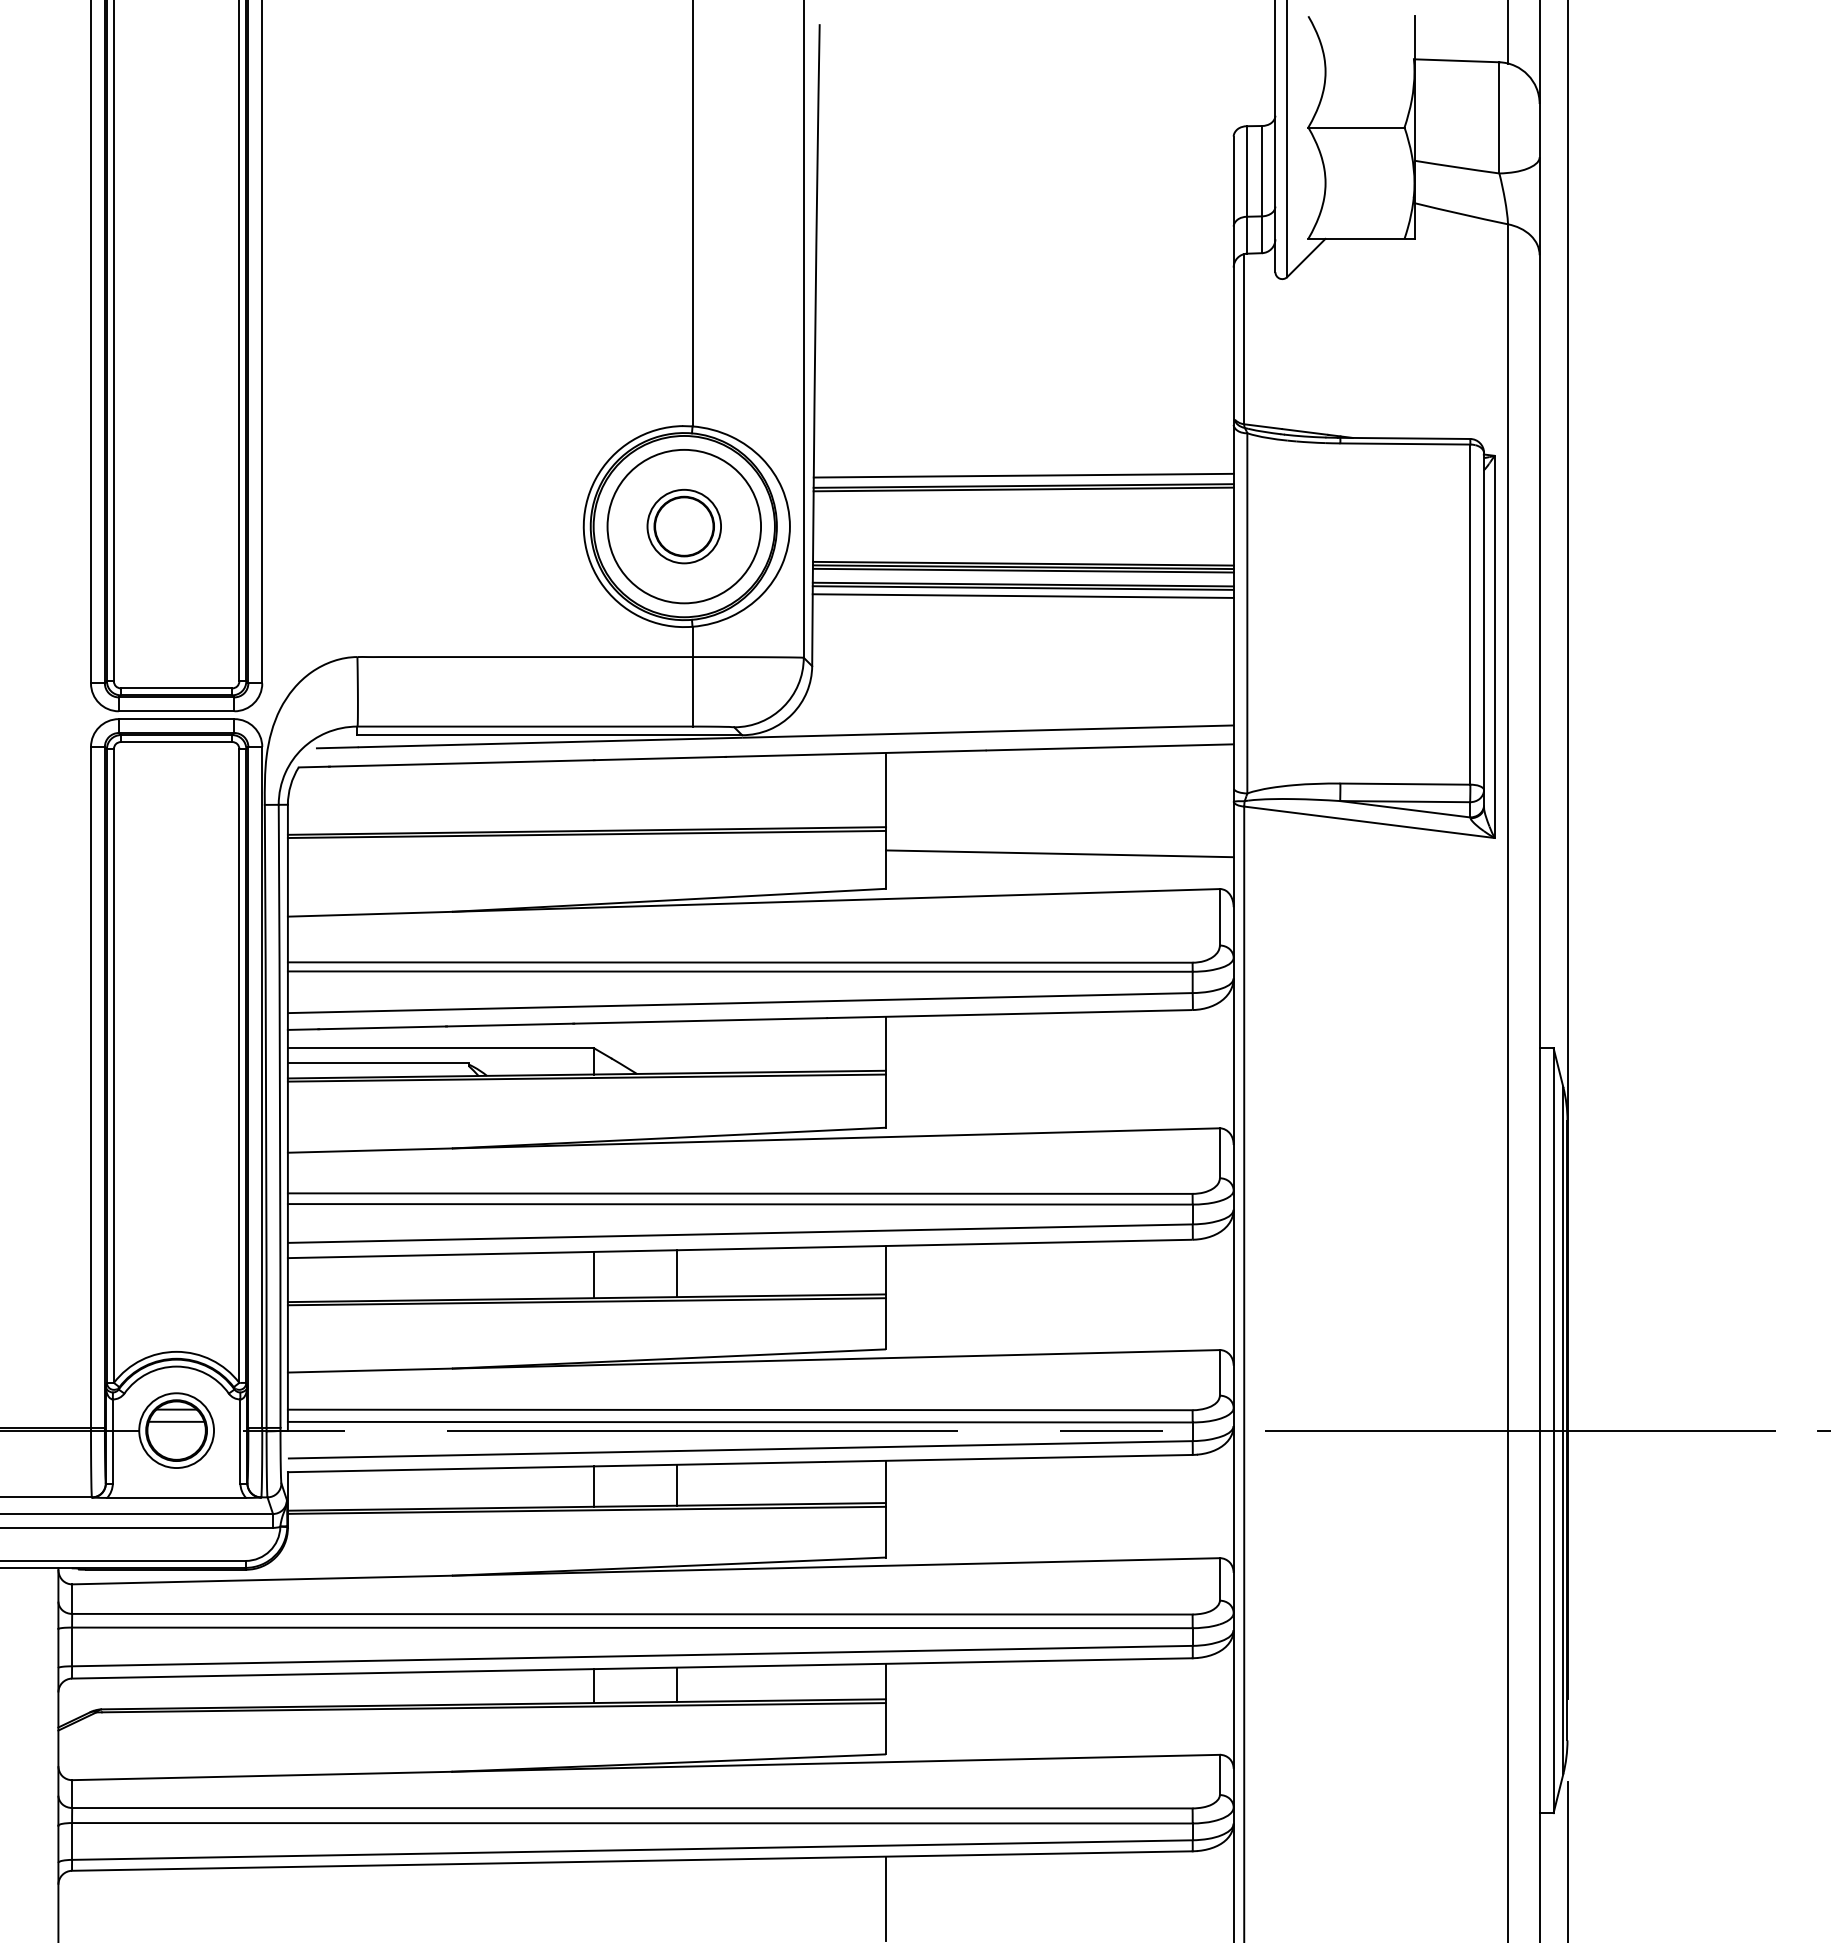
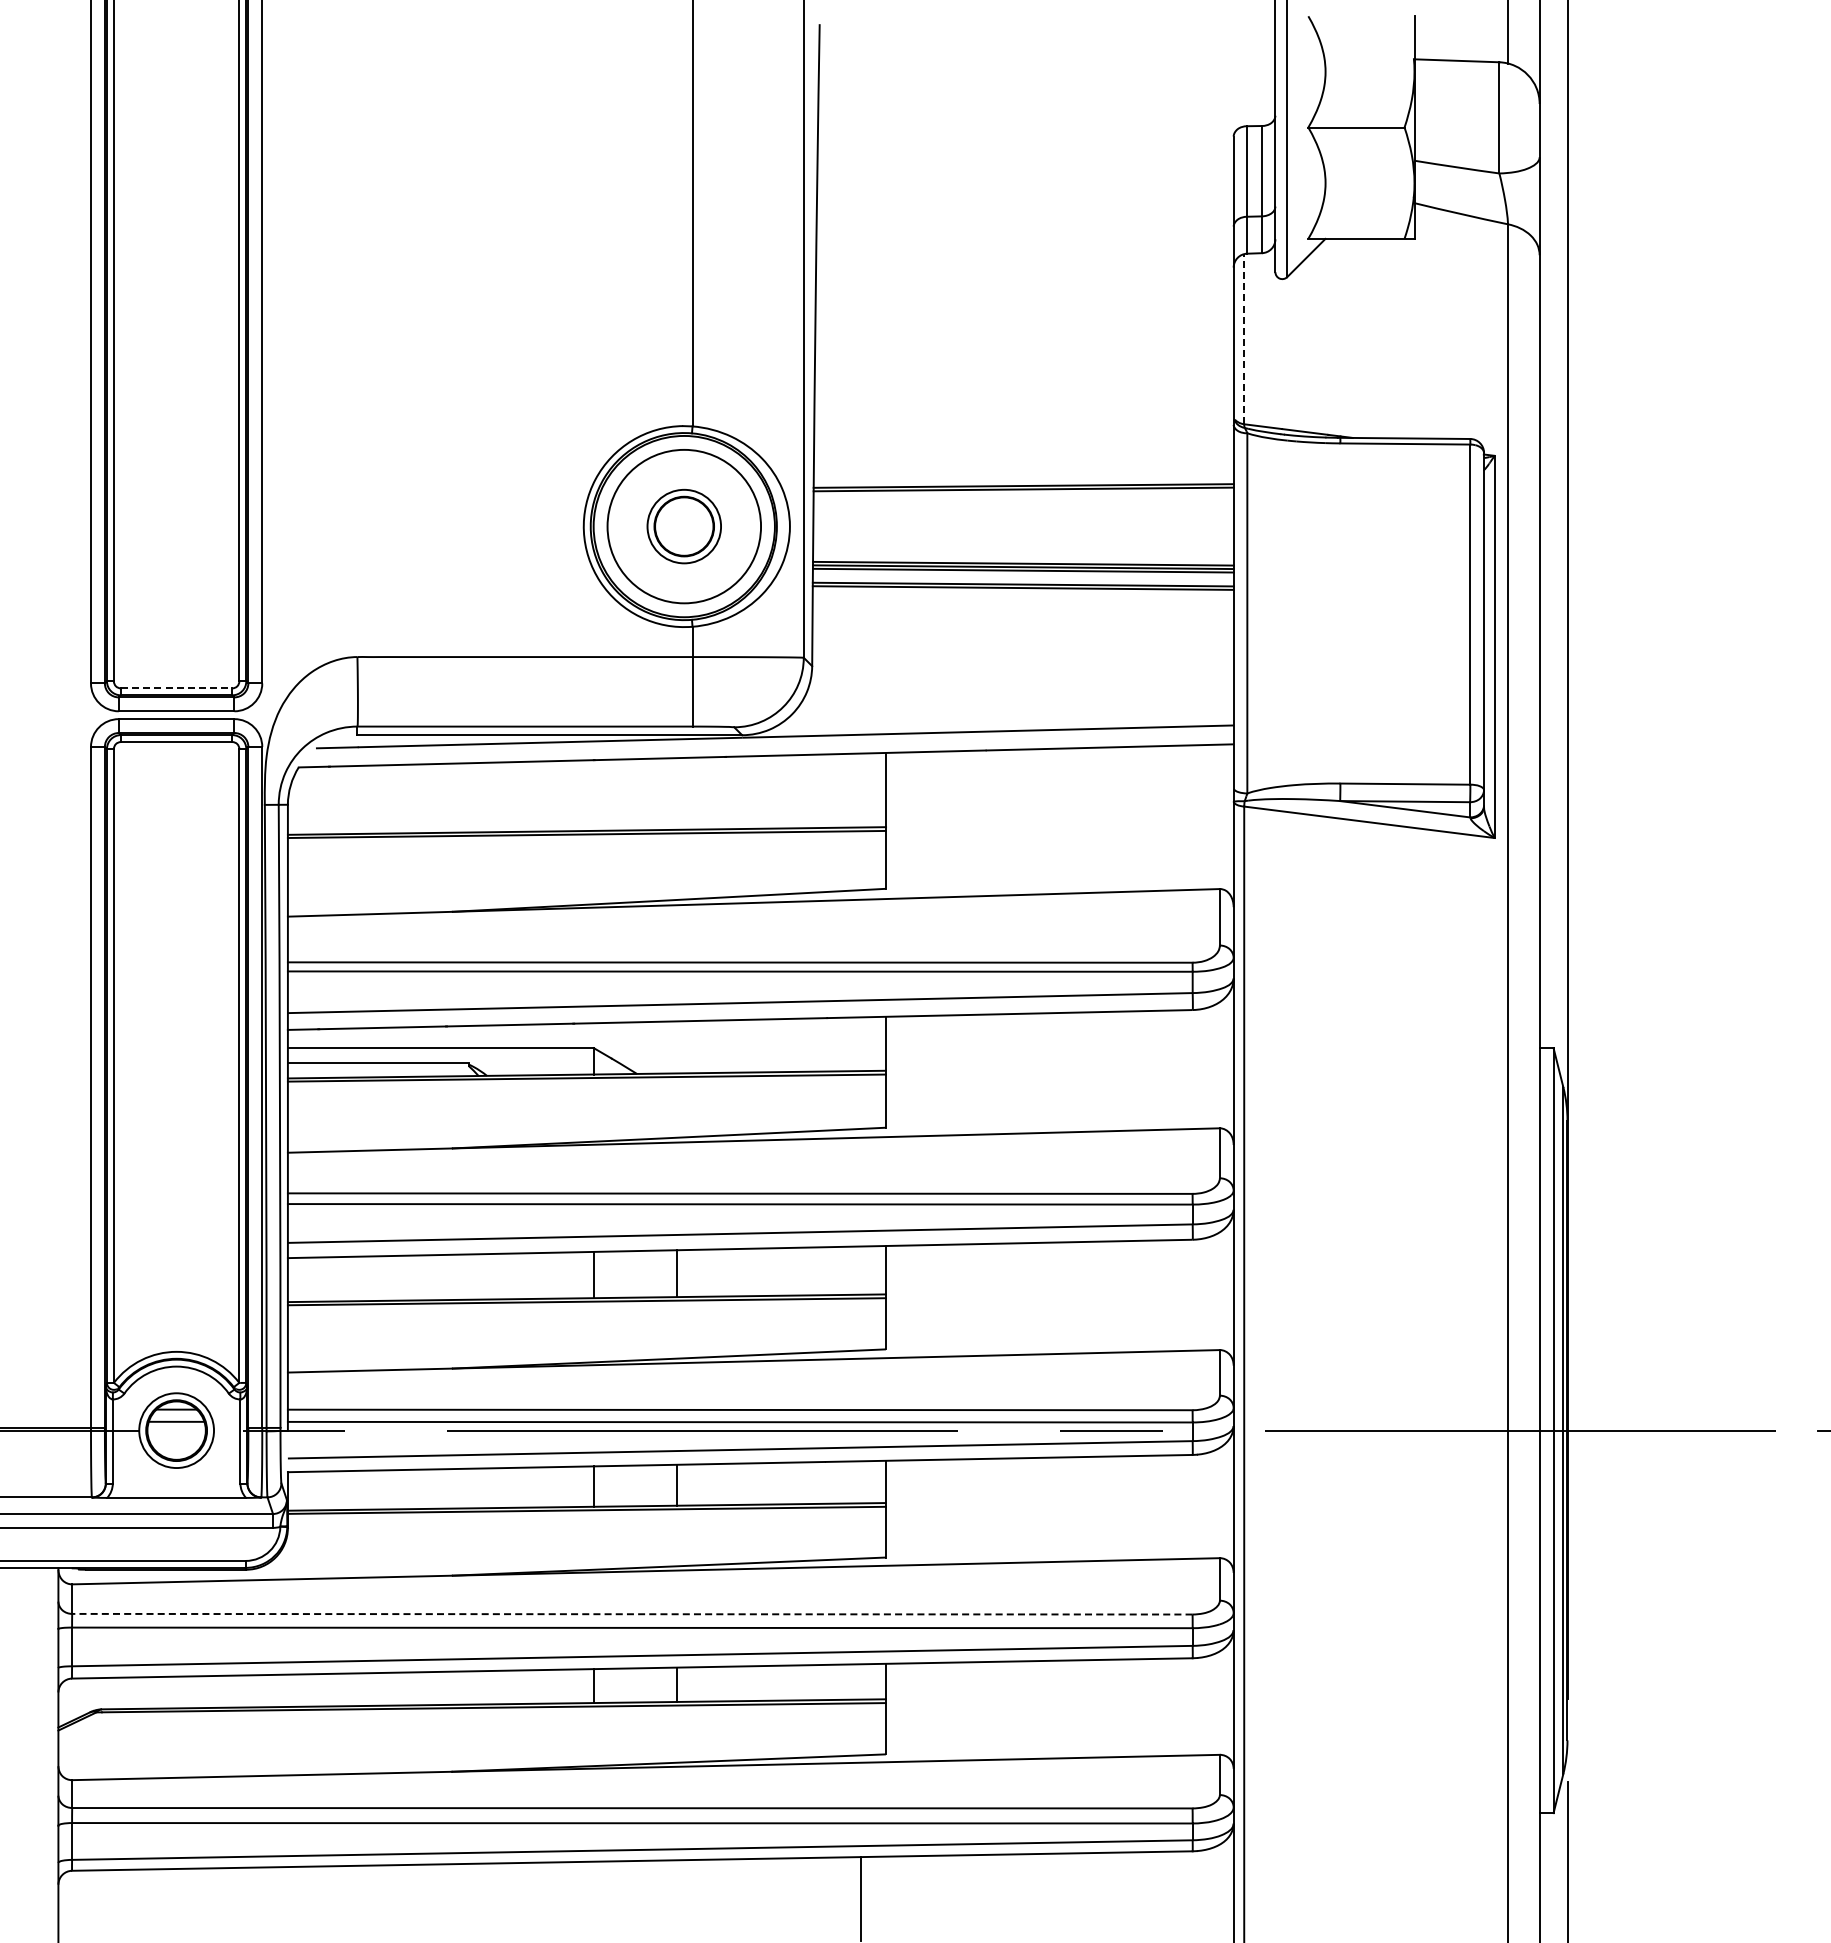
line at (1244, 338): solid -> dashed
line at (1023, 475): present -> none
line at (1022, 595): present -> none
line at (176, 688): solid -> dashed
line at (1059, 853): present -> none
line at (631, 1614): solid -> dashed
line at (885, 1897) position: (885, 1897) -> (860, 1897)
